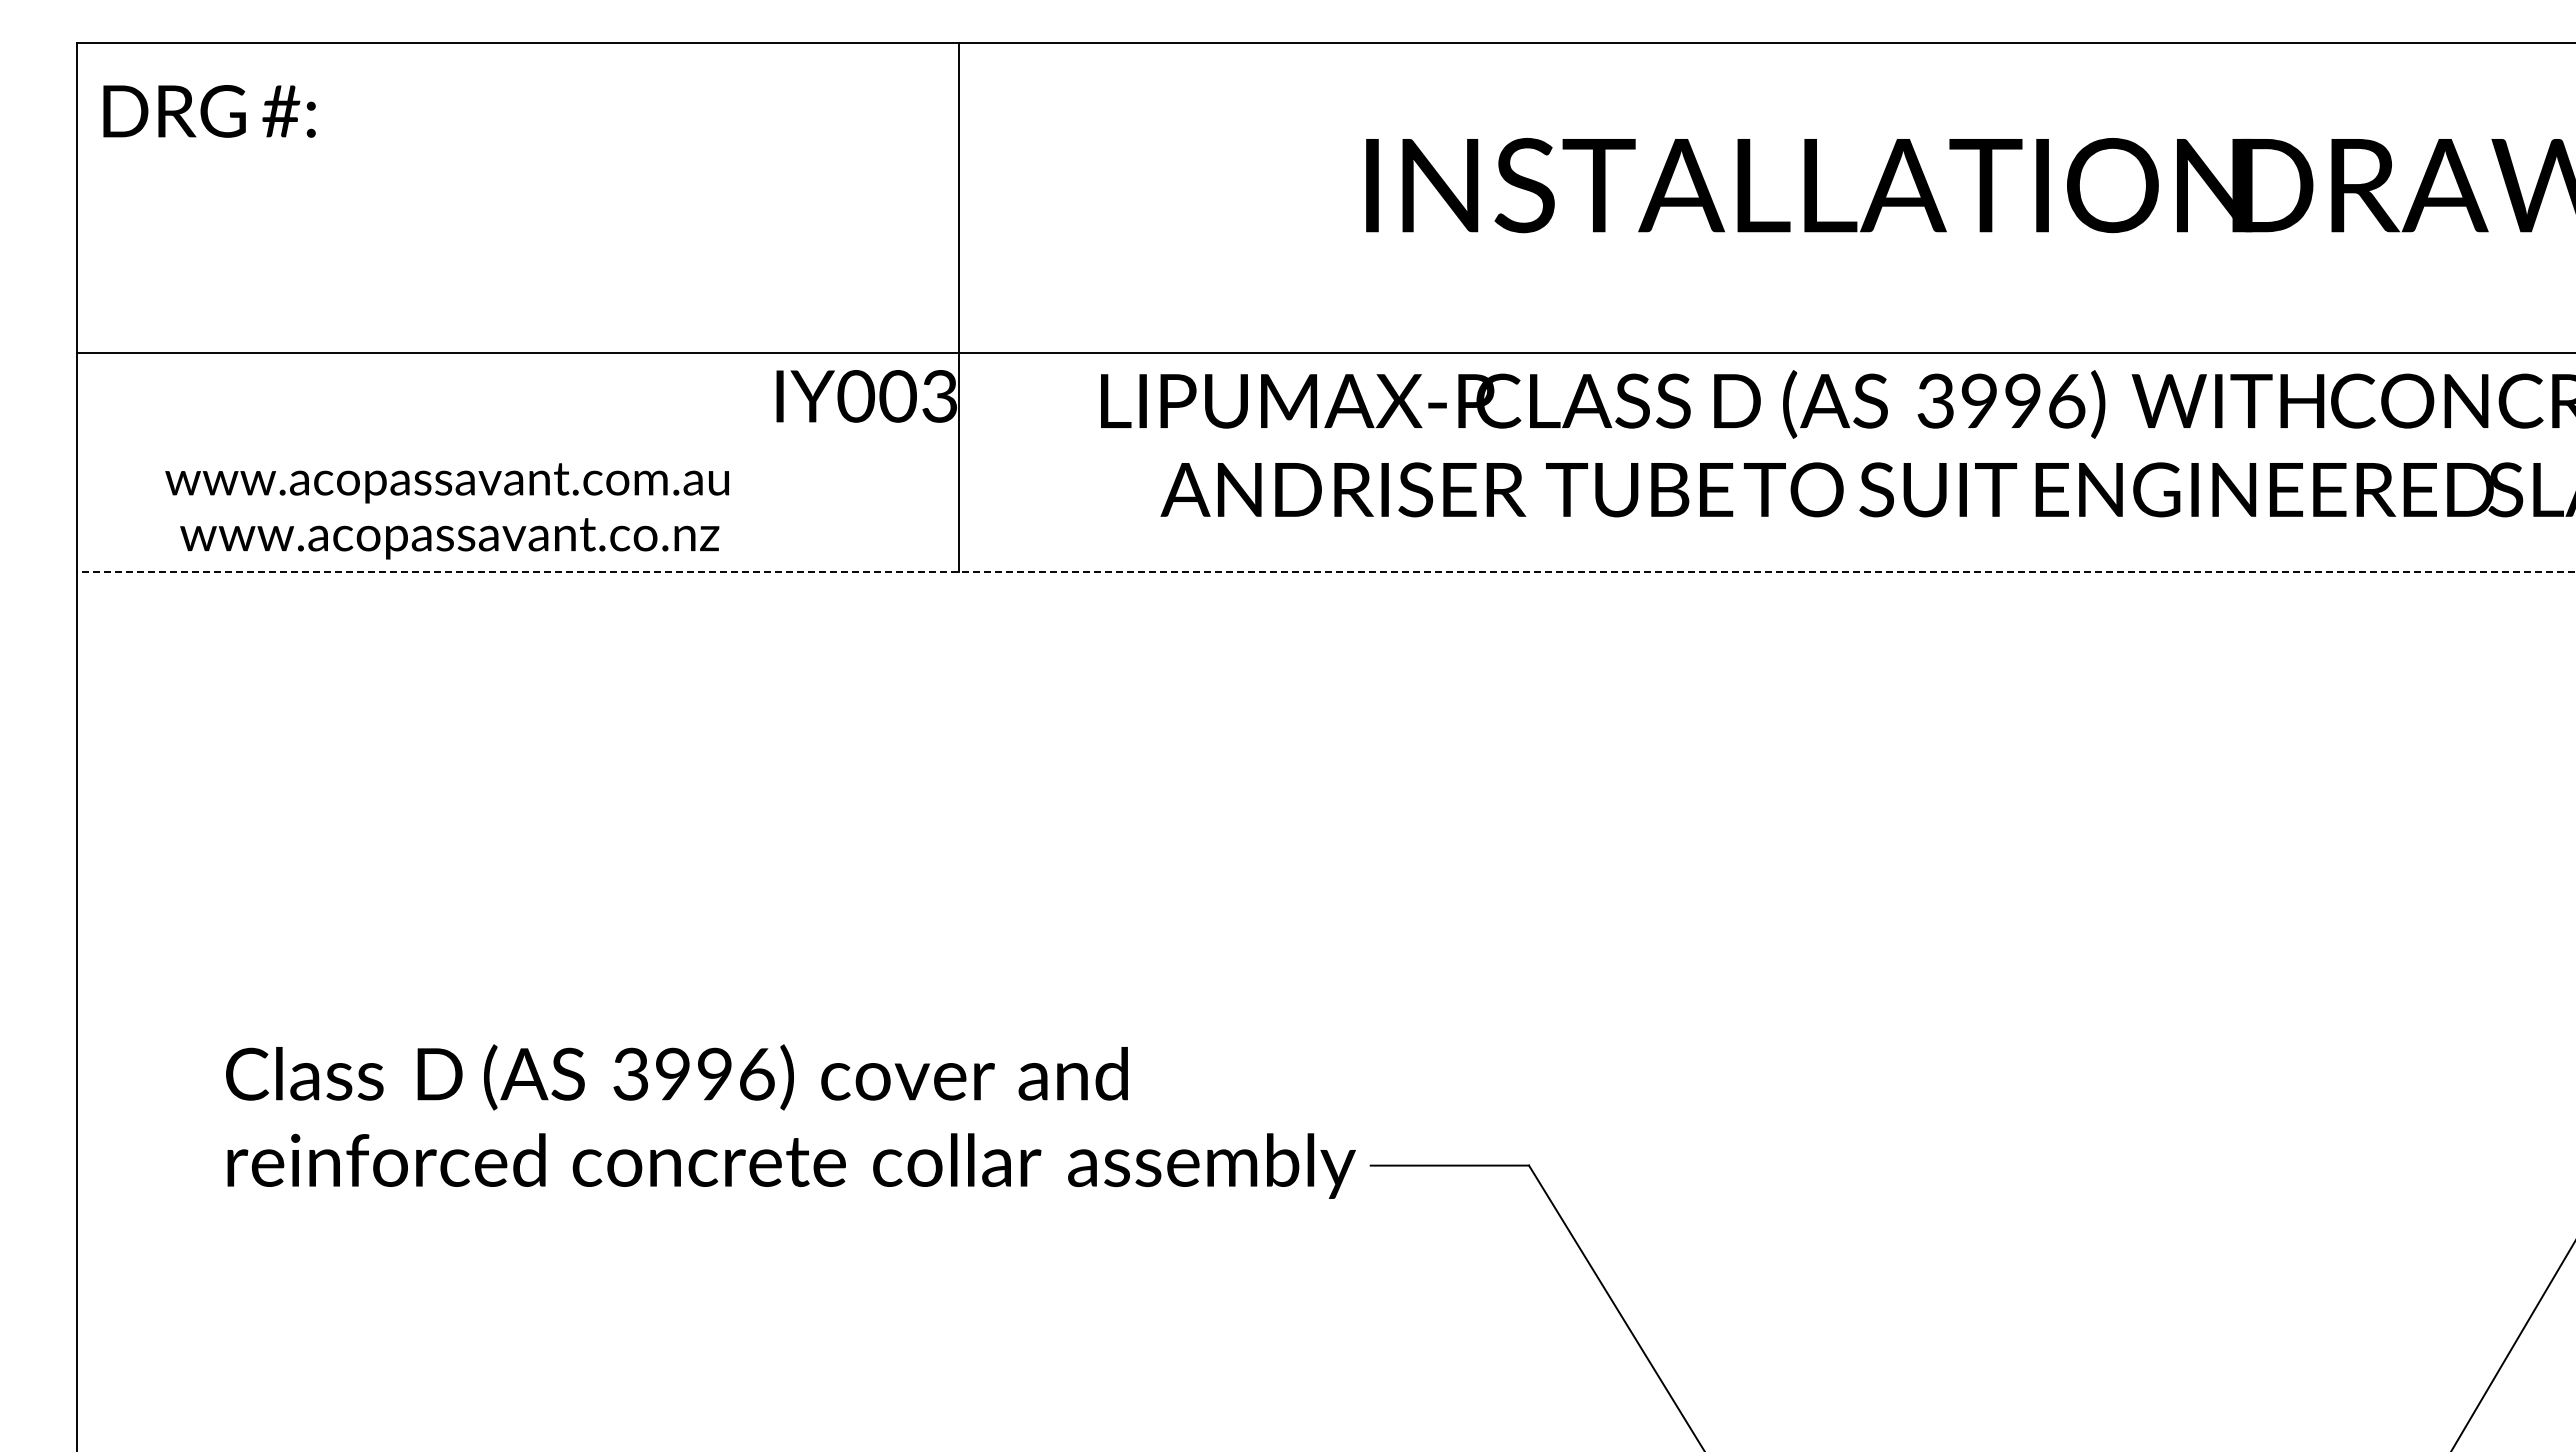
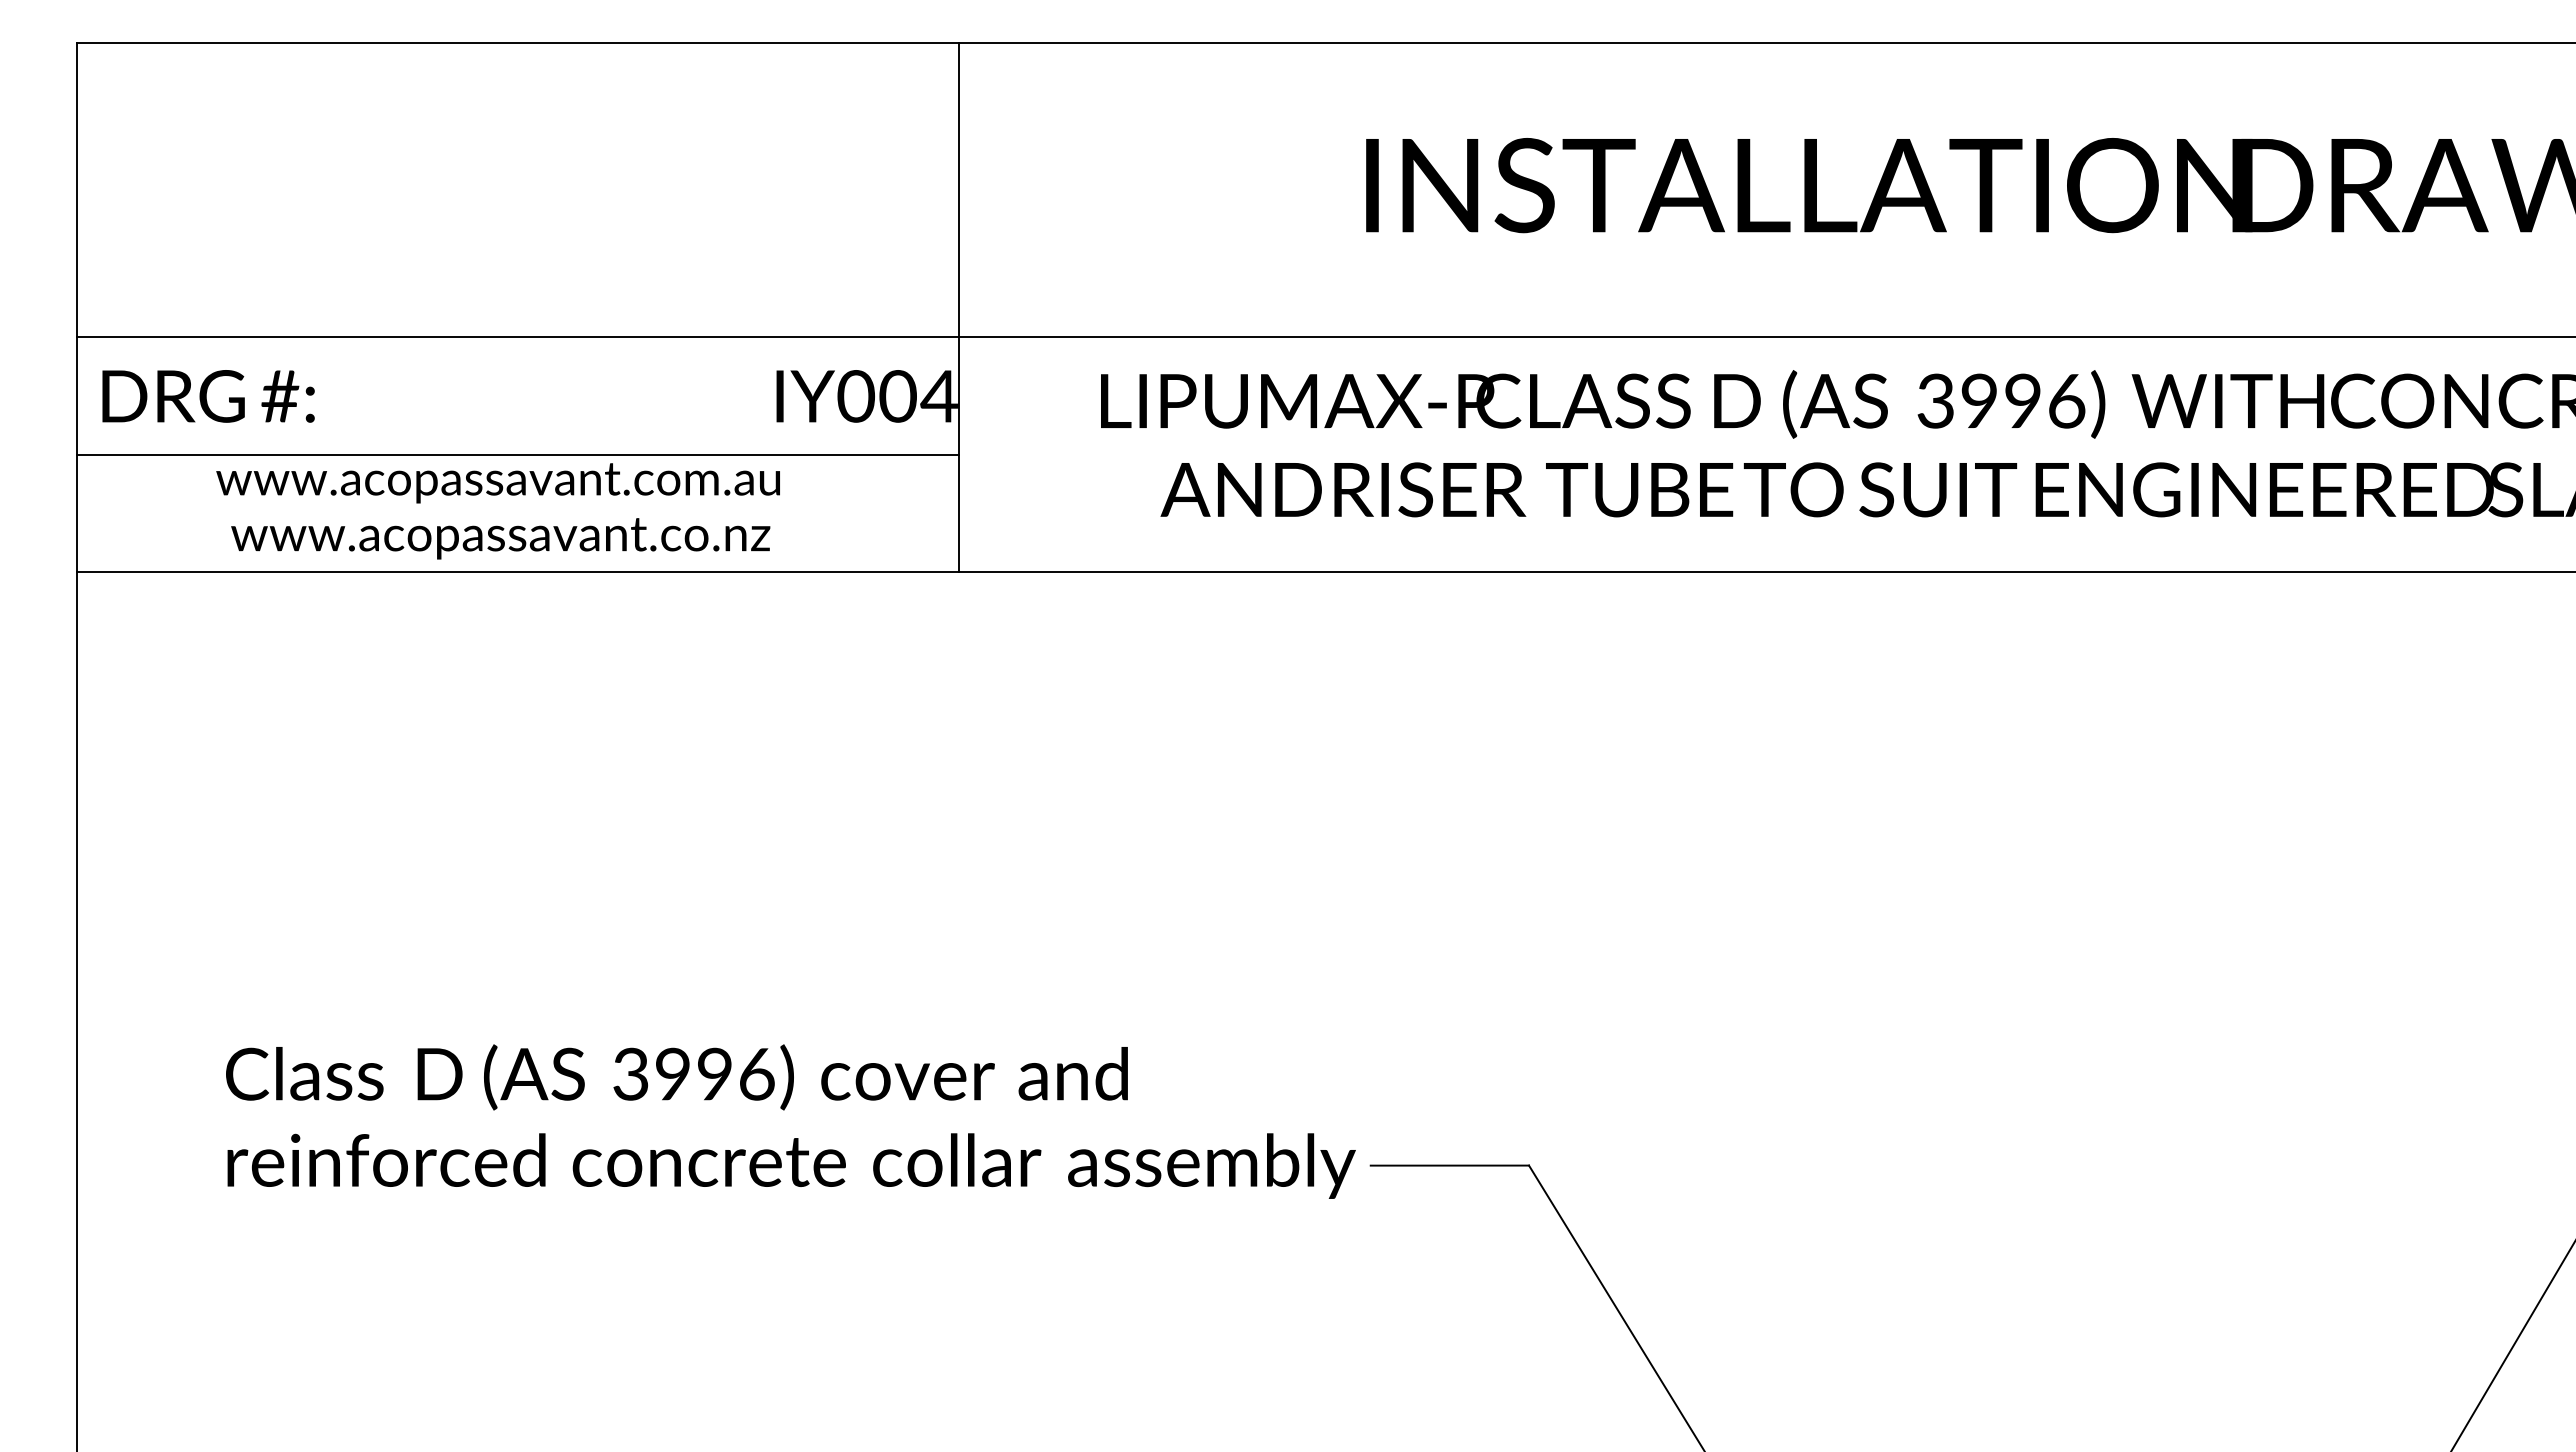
text at (209, 111) position: (209, 111) -> (208, 396)
line at (1324, 353) position: (1324, 353) -> (1324, 337)
text at (938, 396): IY003 -> IY004
line at (517, 454): none -> present
text at (446, 511) position: (446, 511) -> (497, 511)
line at (1326, 572): dashed -> solid
